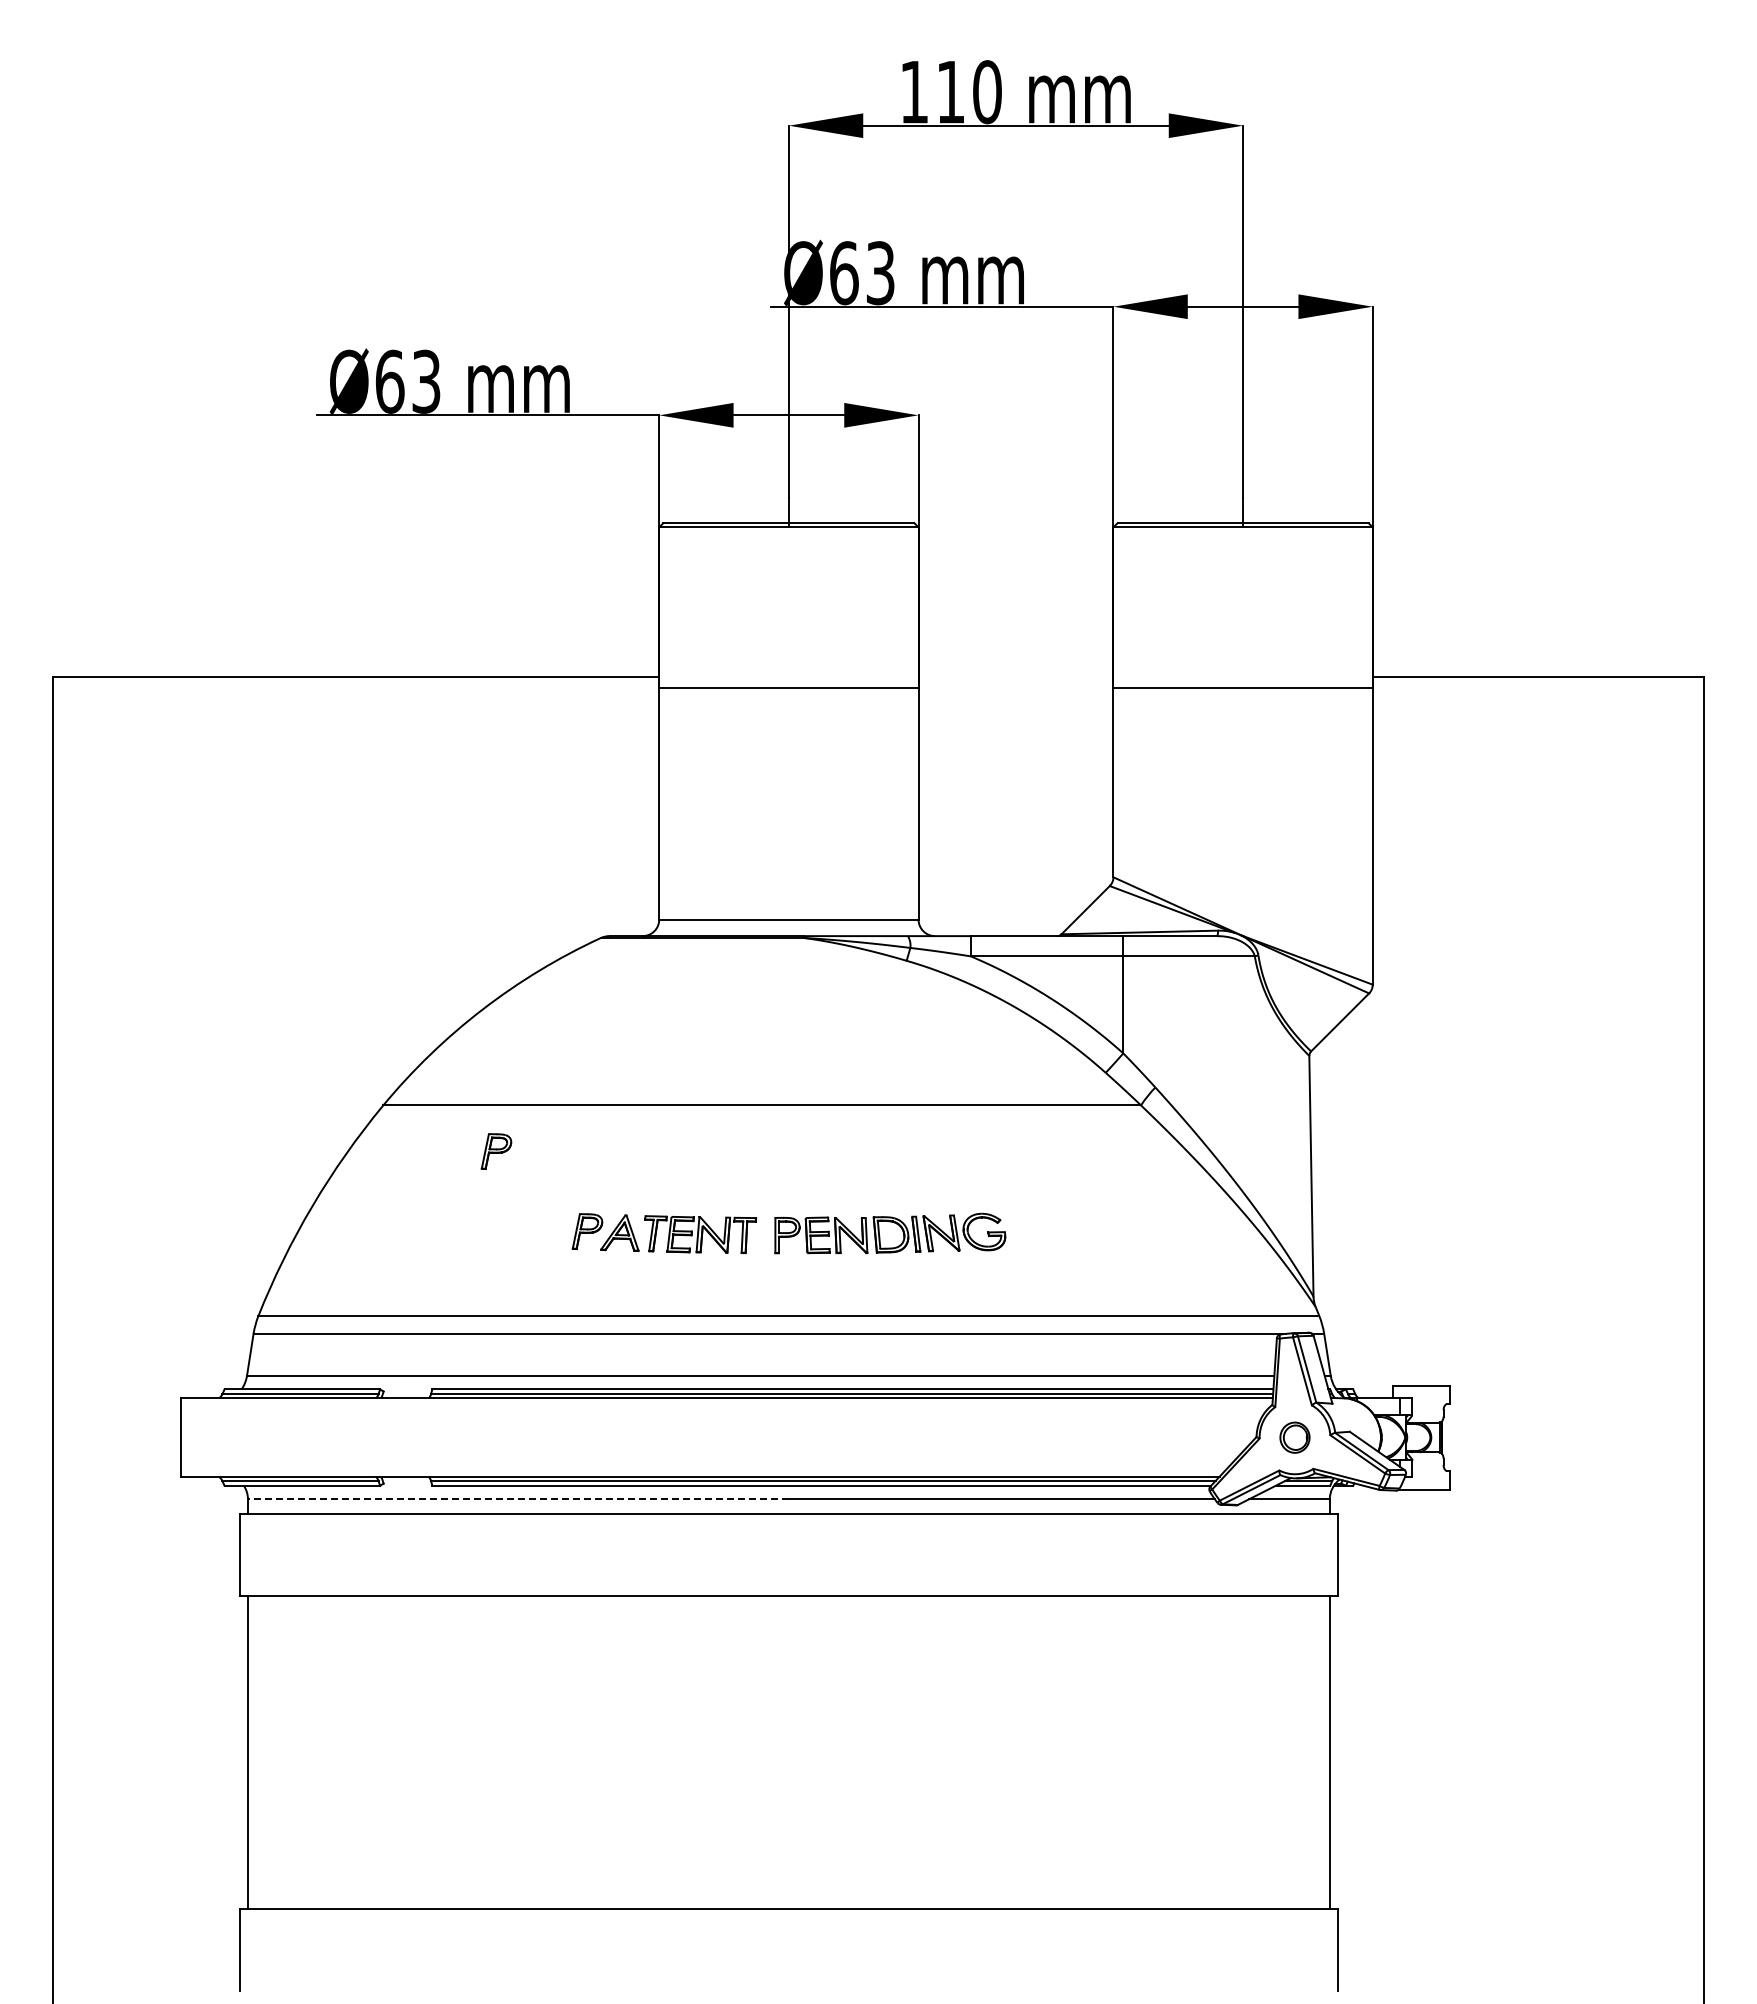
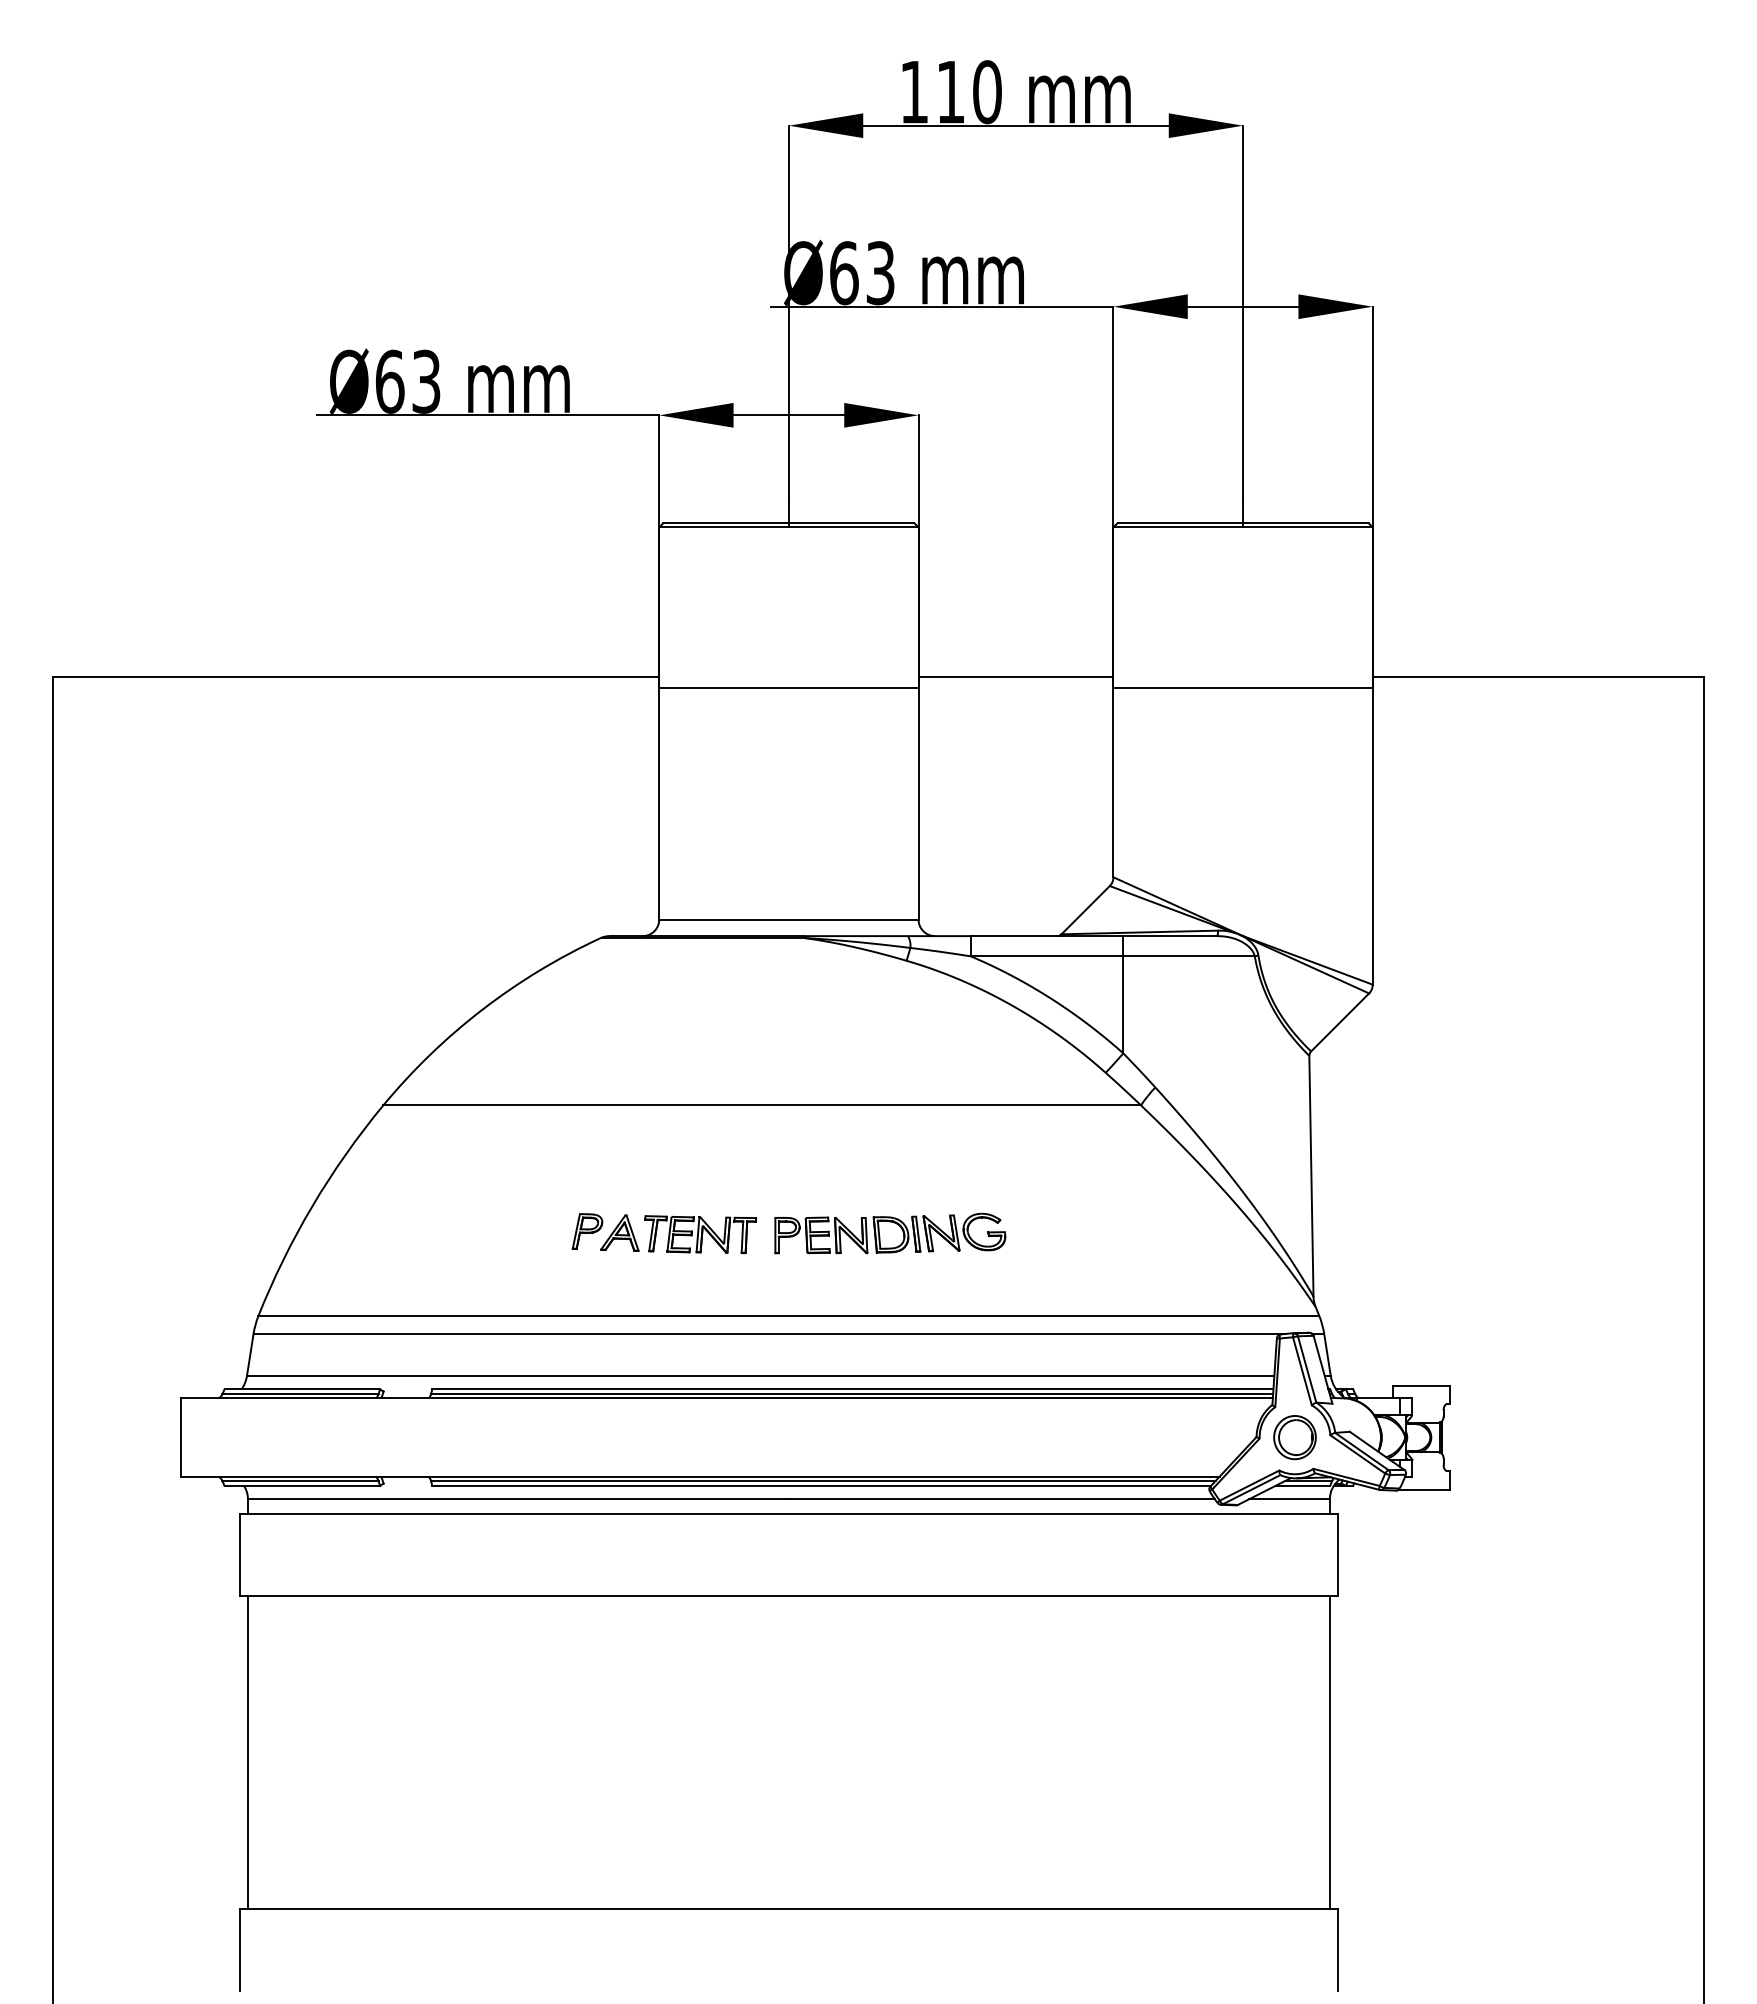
line at (1015, 677): none -> present
part at (496, 1151): present -> none
part at (1294, 1437) size: 32x33 px -> 44x46 px
line at (517, 1499): dashed -> solid
